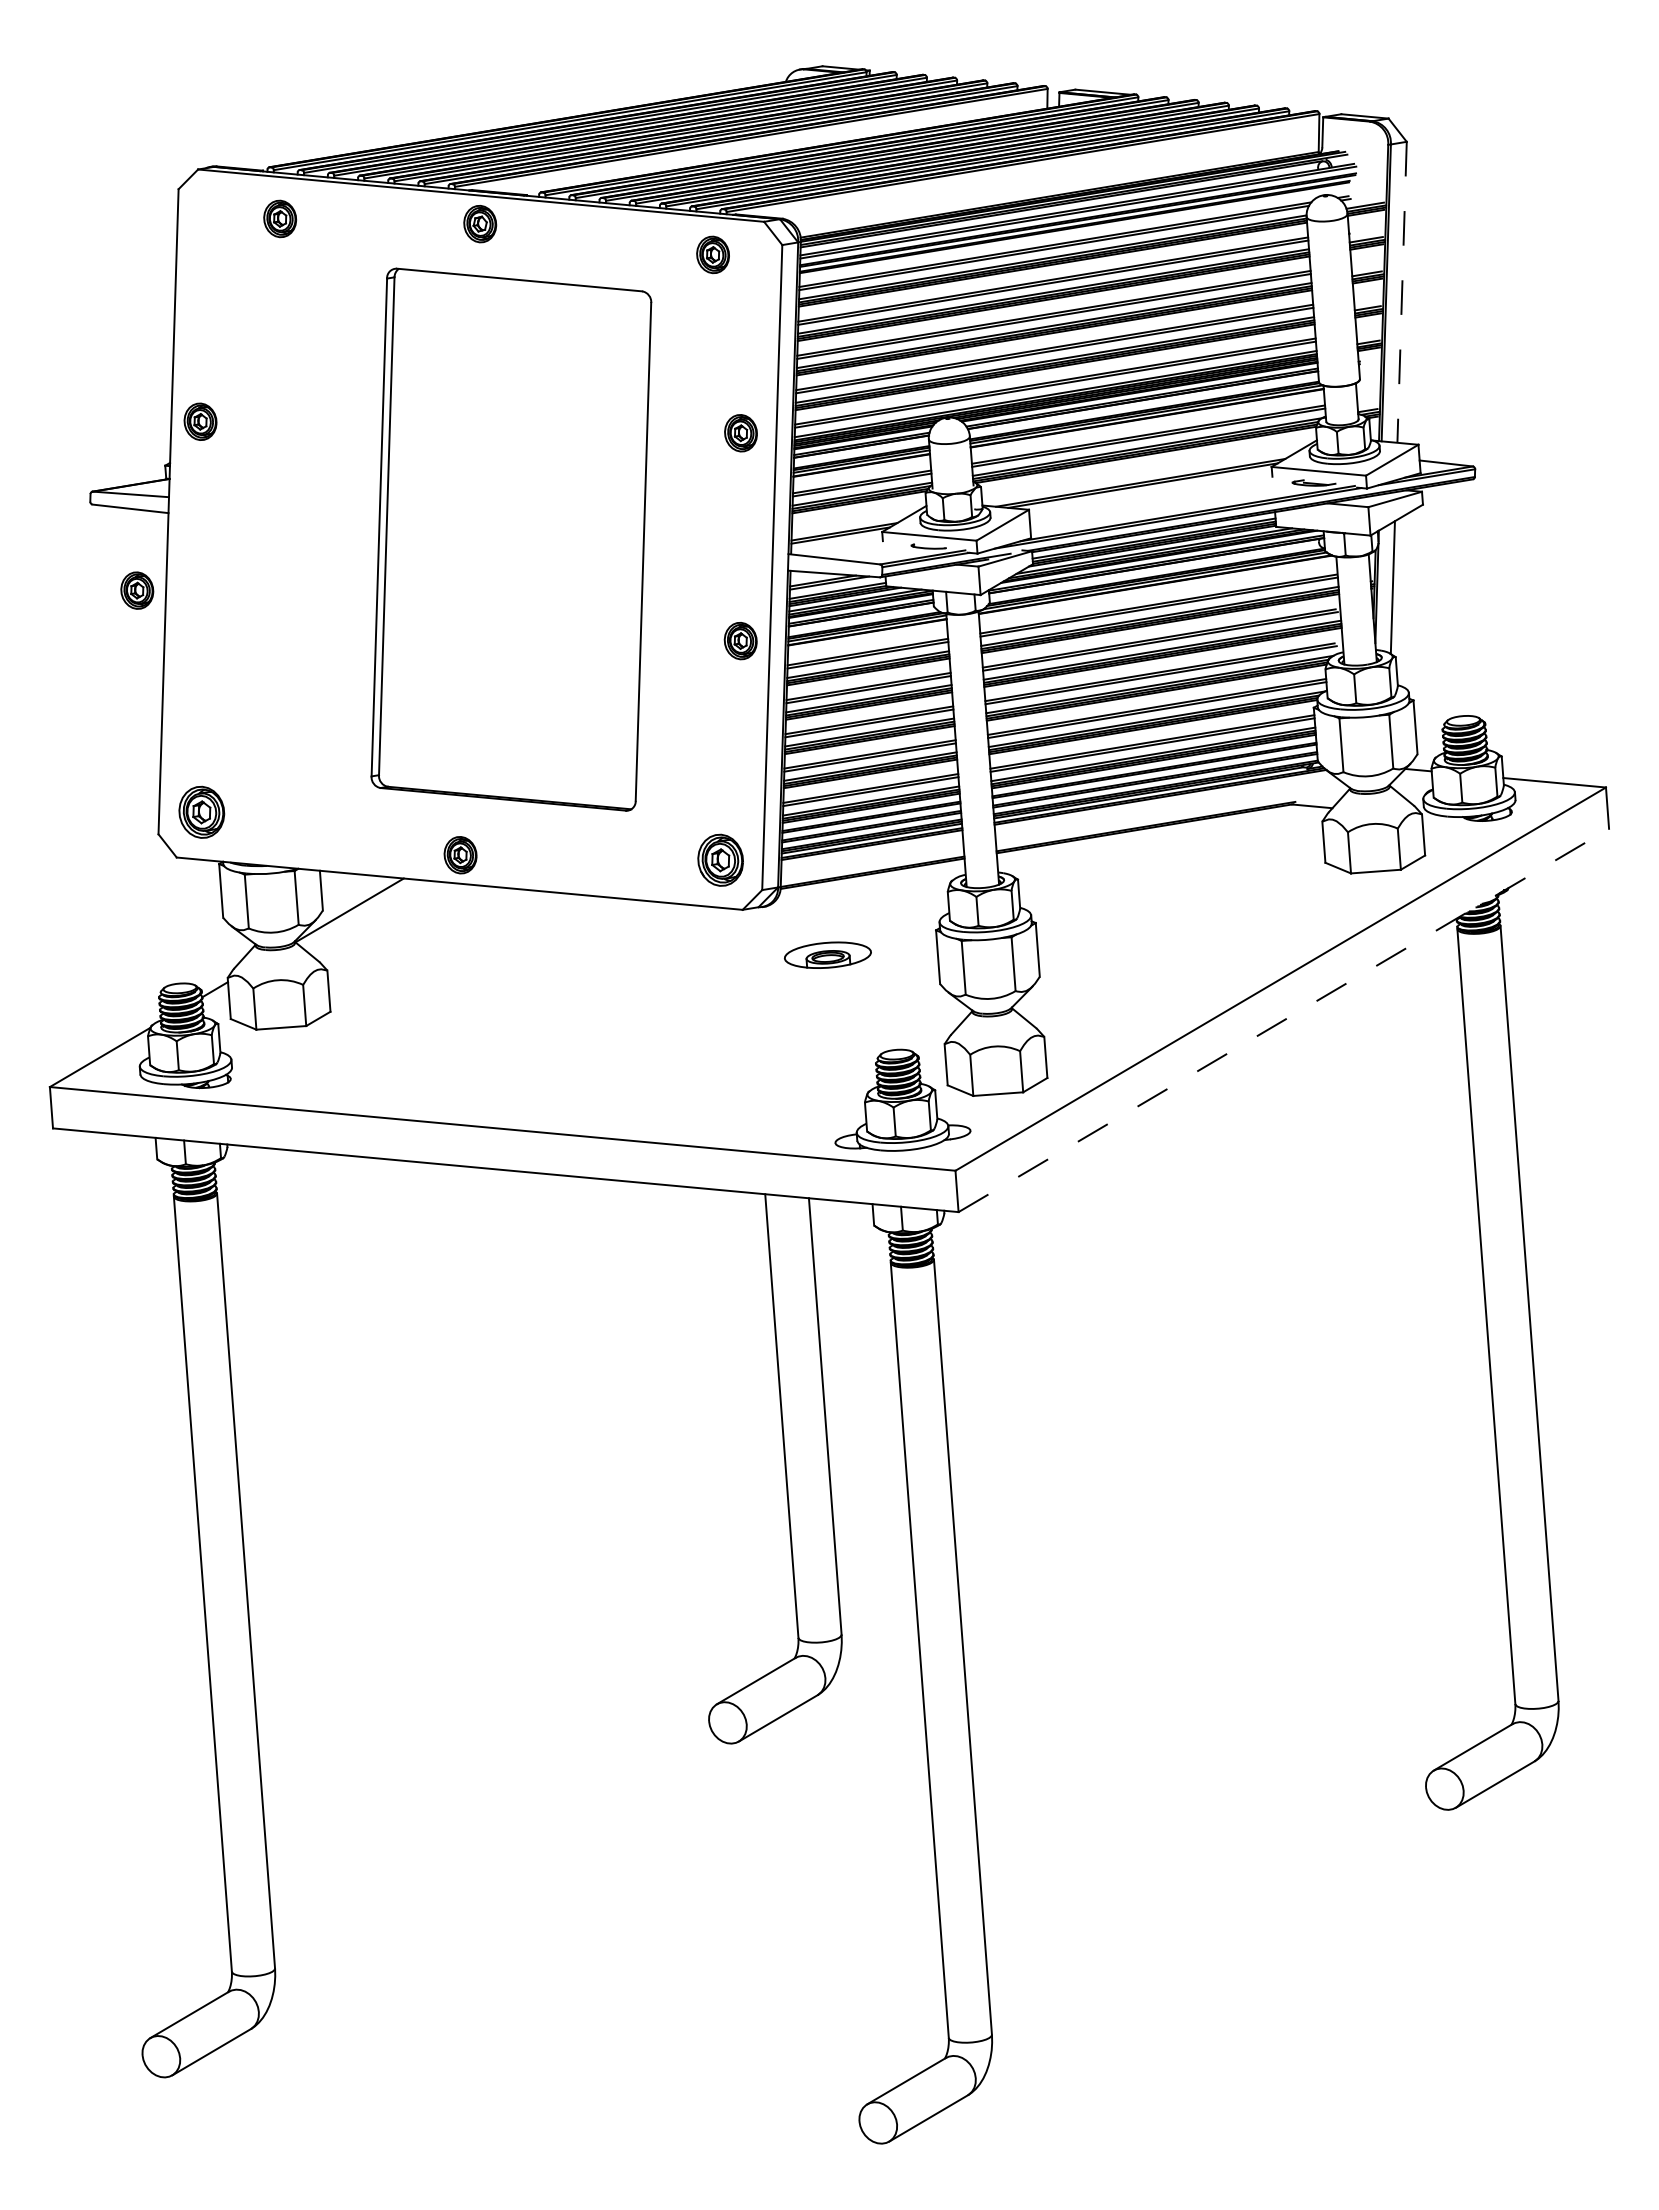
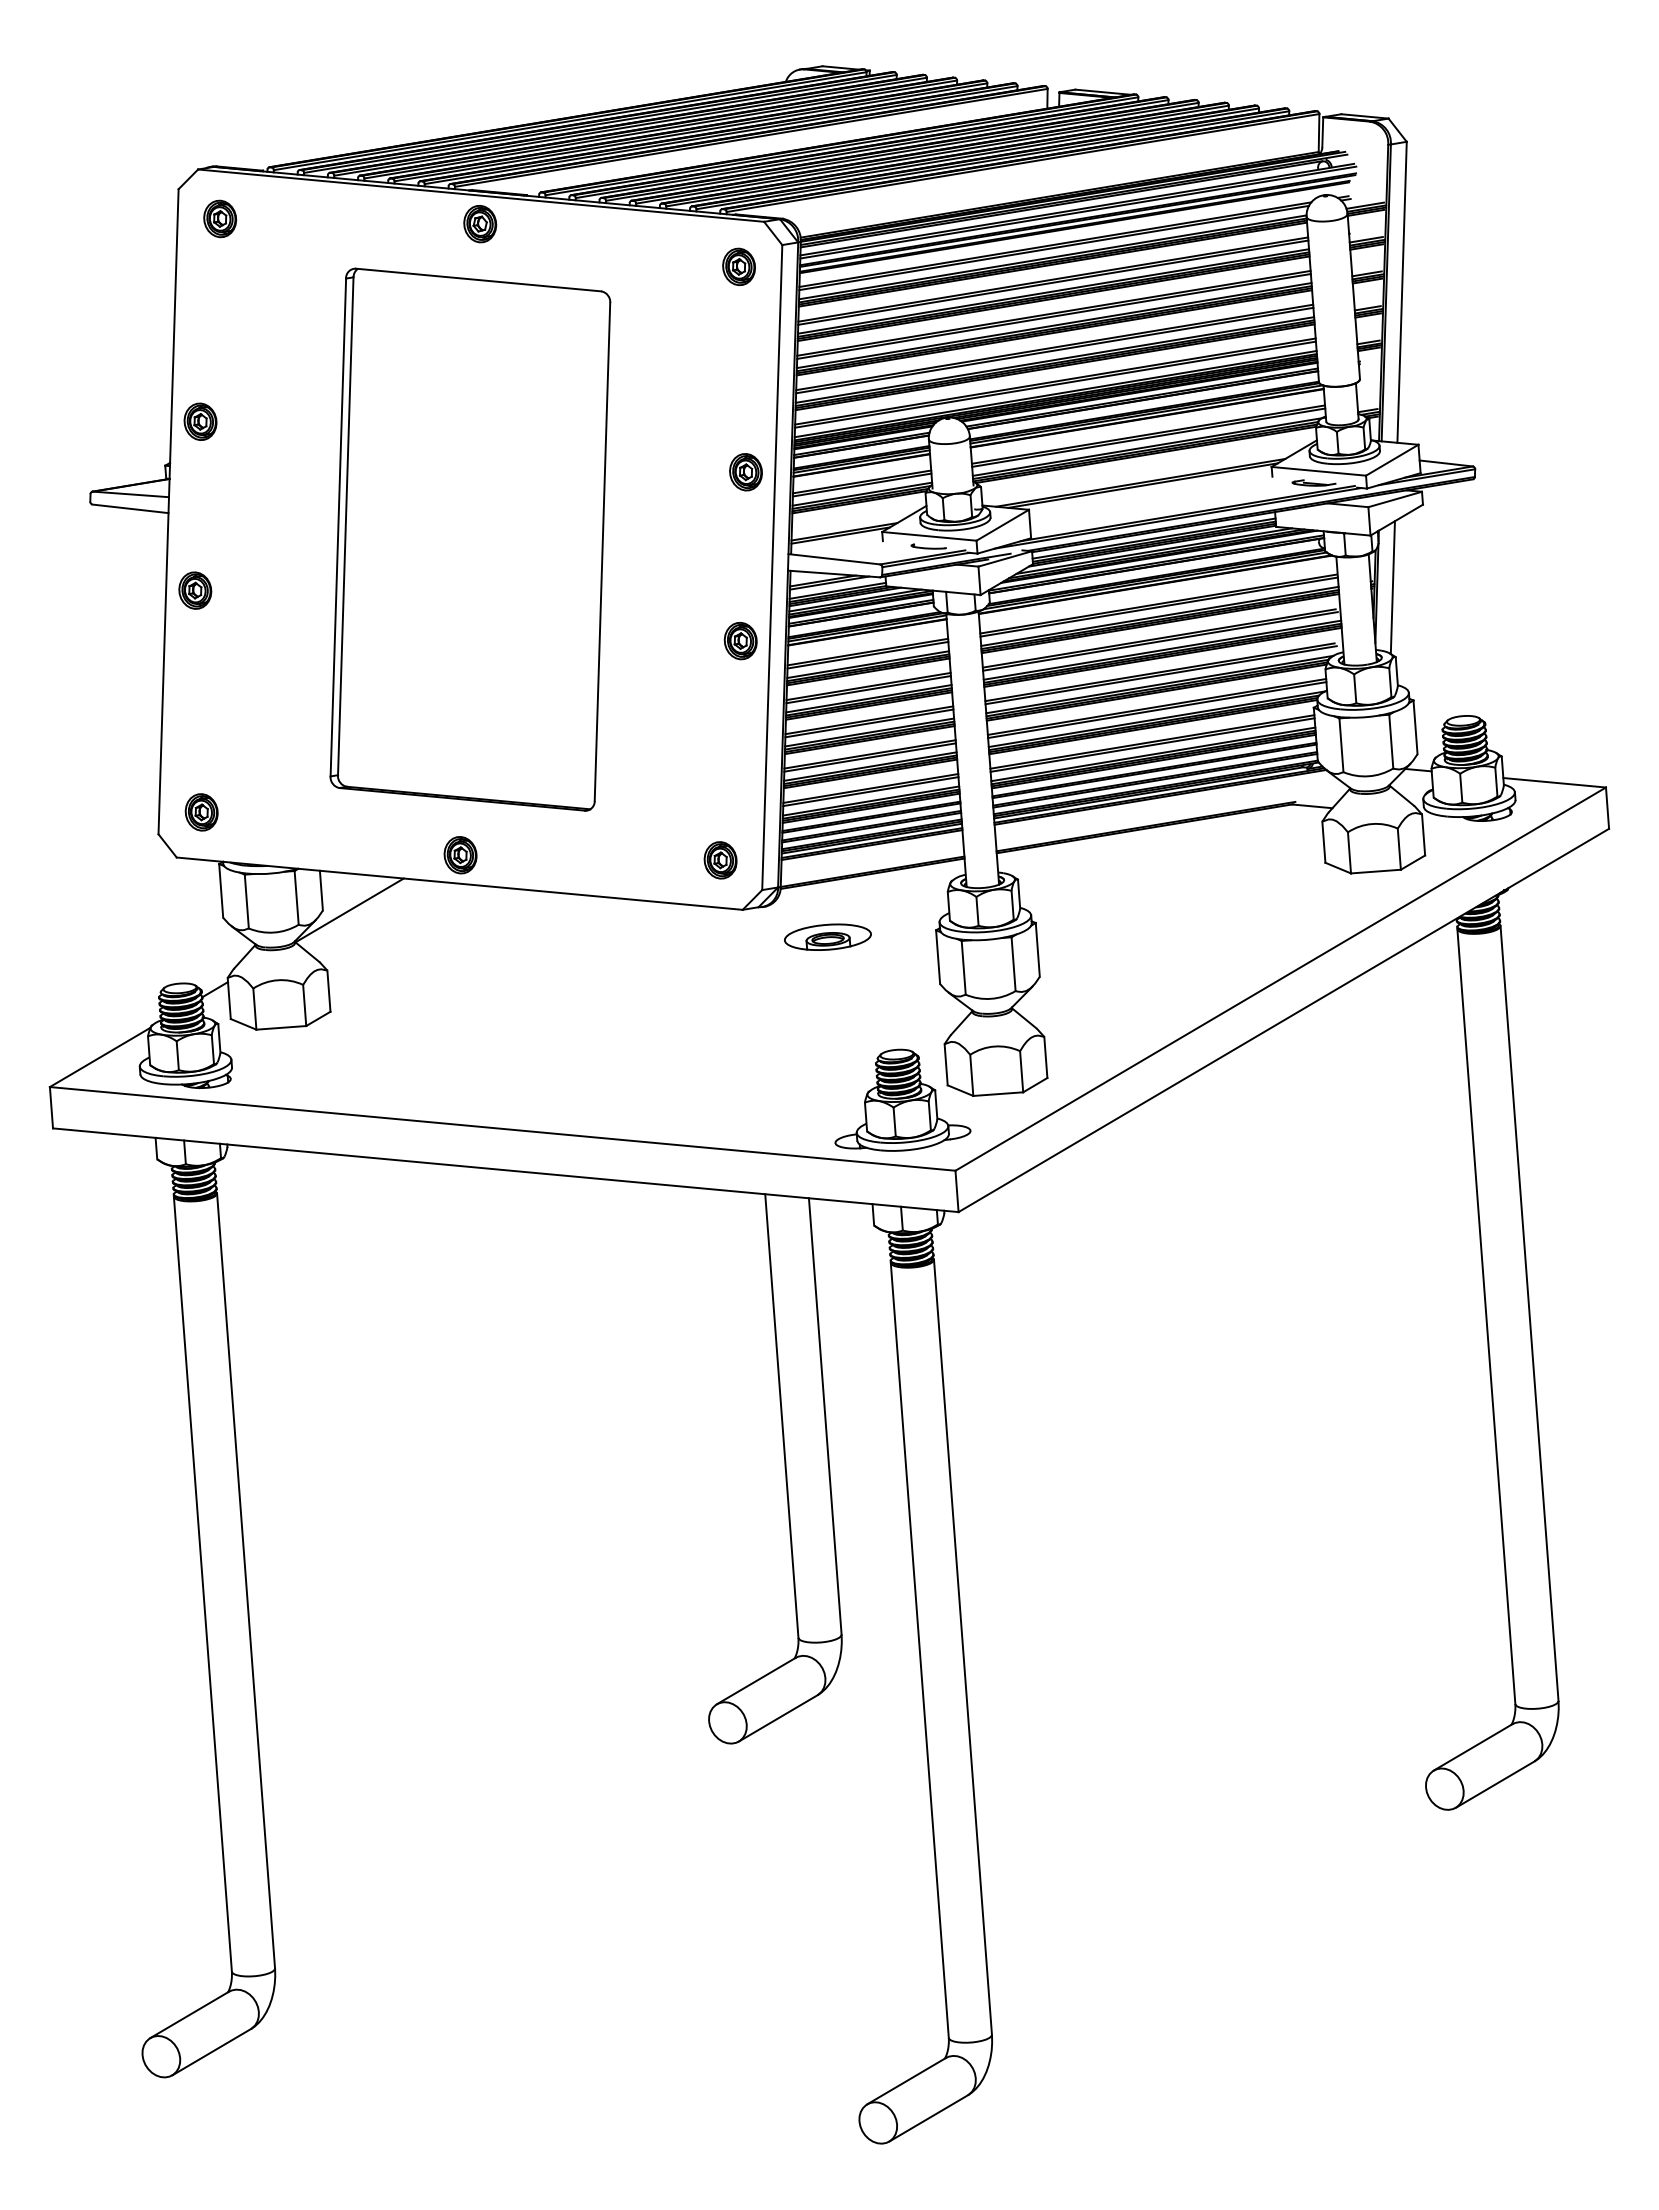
part at (280, 218) position: (280, 218) -> (220, 218)
part at (712, 254) position: (712, 254) -> (738, 266)
line at (1402, 292): dashed -> solid
part at (740, 433) position: (740, 433) -> (745, 472)
part at (511, 539) position: (511, 539) -> (470, 539)
part at (137, 590) position: (137, 590) -> (195, 590)
part at (201, 811) size: 48x54 px -> 35x39 px
part at (720, 859) size: 47x54 px -> 35x39 px
part at (827, 954) position: (827, 954) -> (827, 936)
line at (1283, 1020): dashed -> solid
